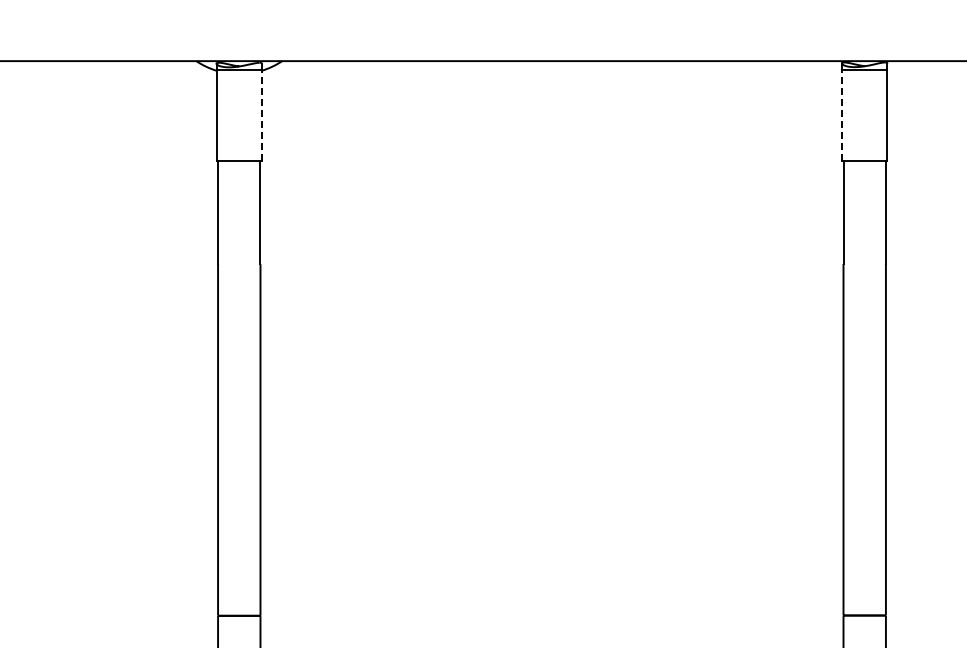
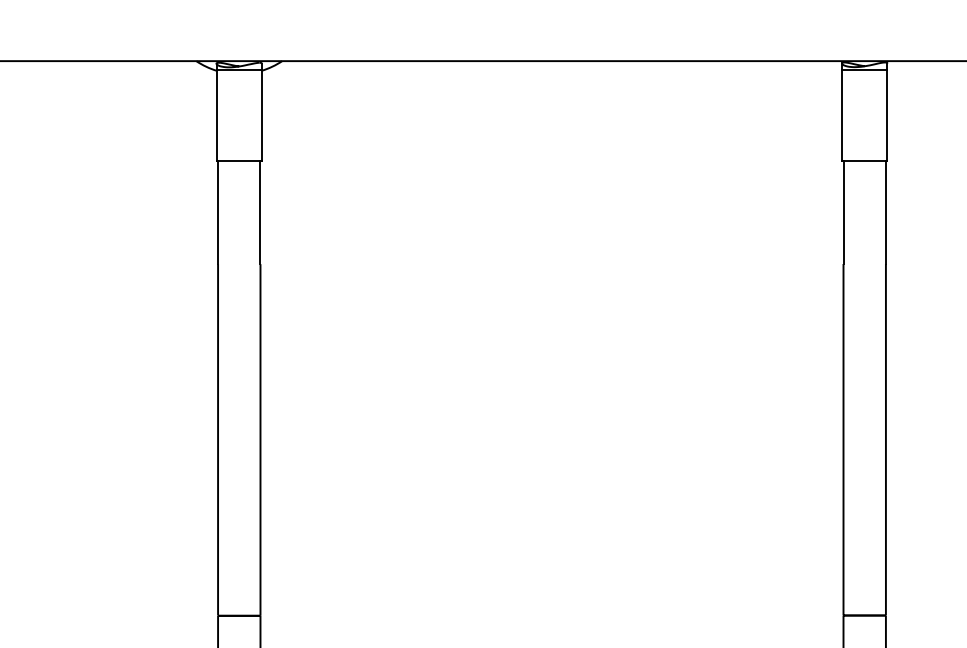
line at (262, 114): dashed -> solid
line at (841, 114): dashed -> solid
